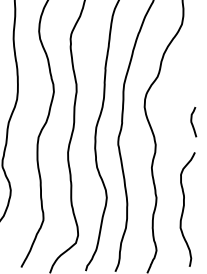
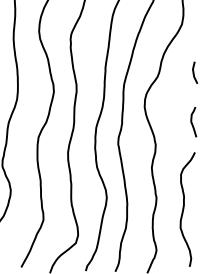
line at (194, 72): none -> present
